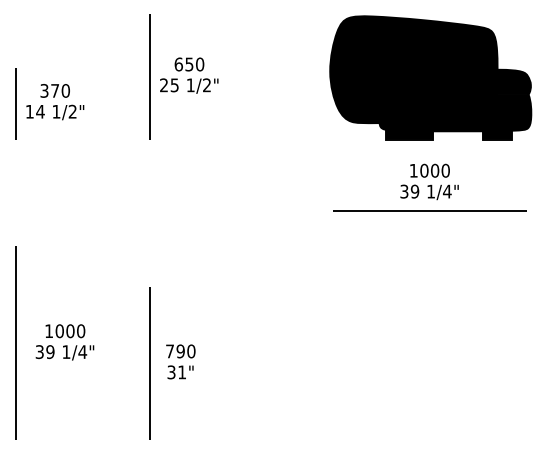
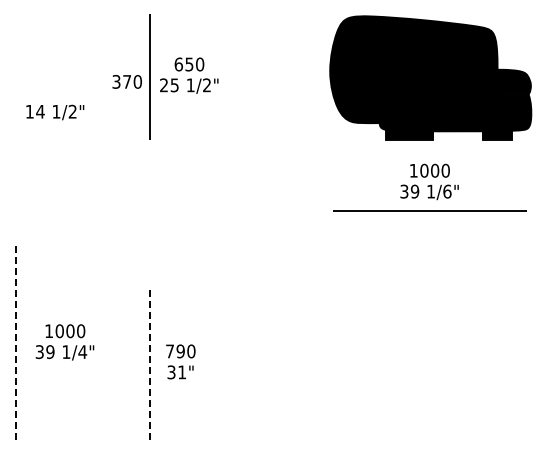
text at (54, 90) position: (54, 90) -> (126, 81)
line at (15, 103): present -> none
text at (447, 191): 1/4" -> 1/6"
line at (16, 343): solid -> dashed
line at (149, 363): solid -> dashed
